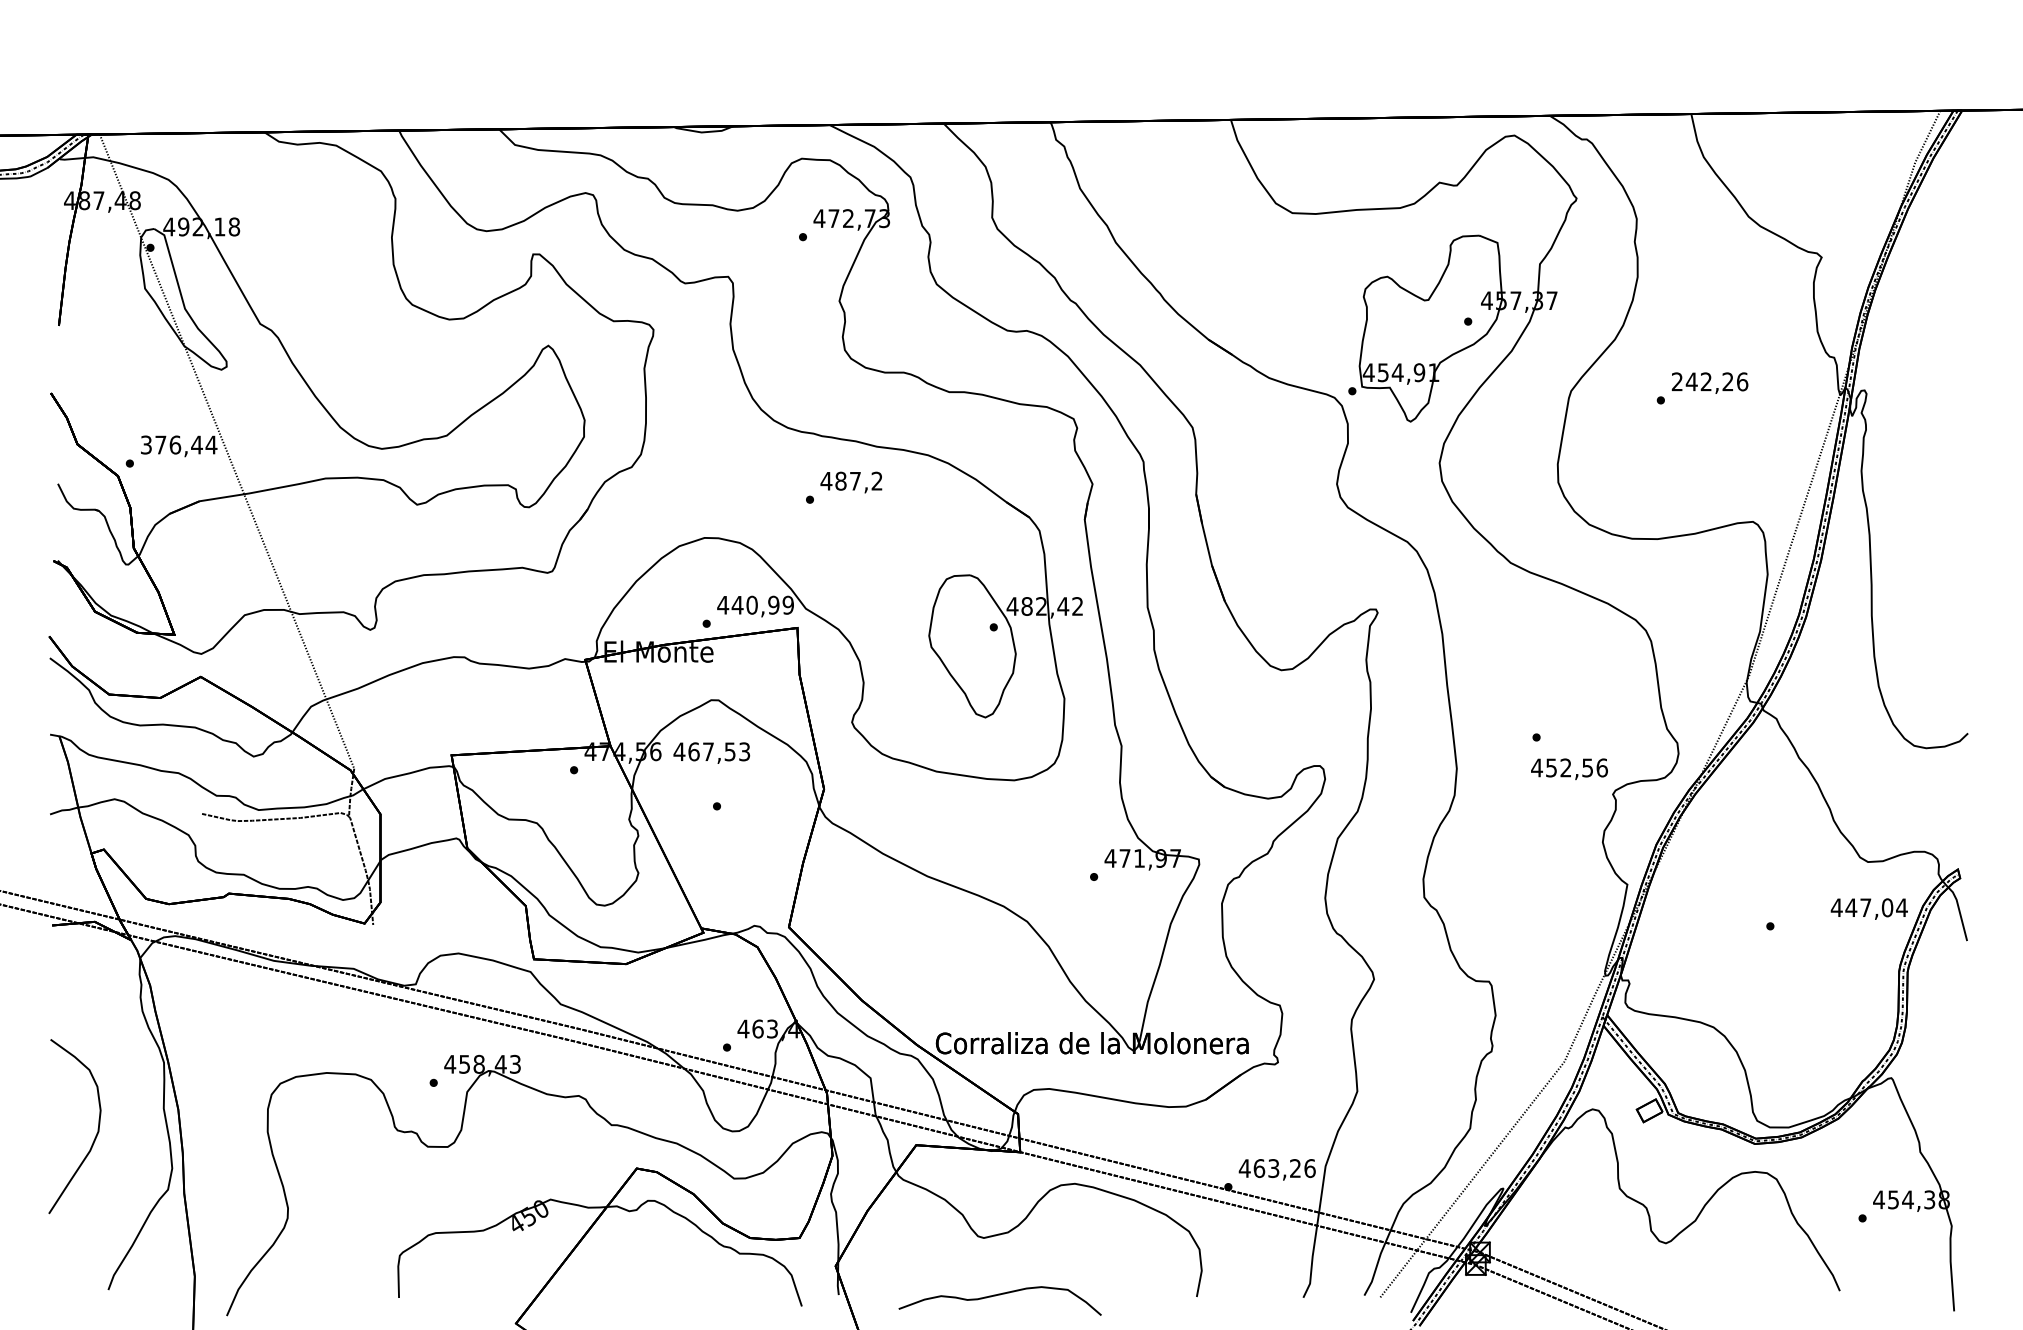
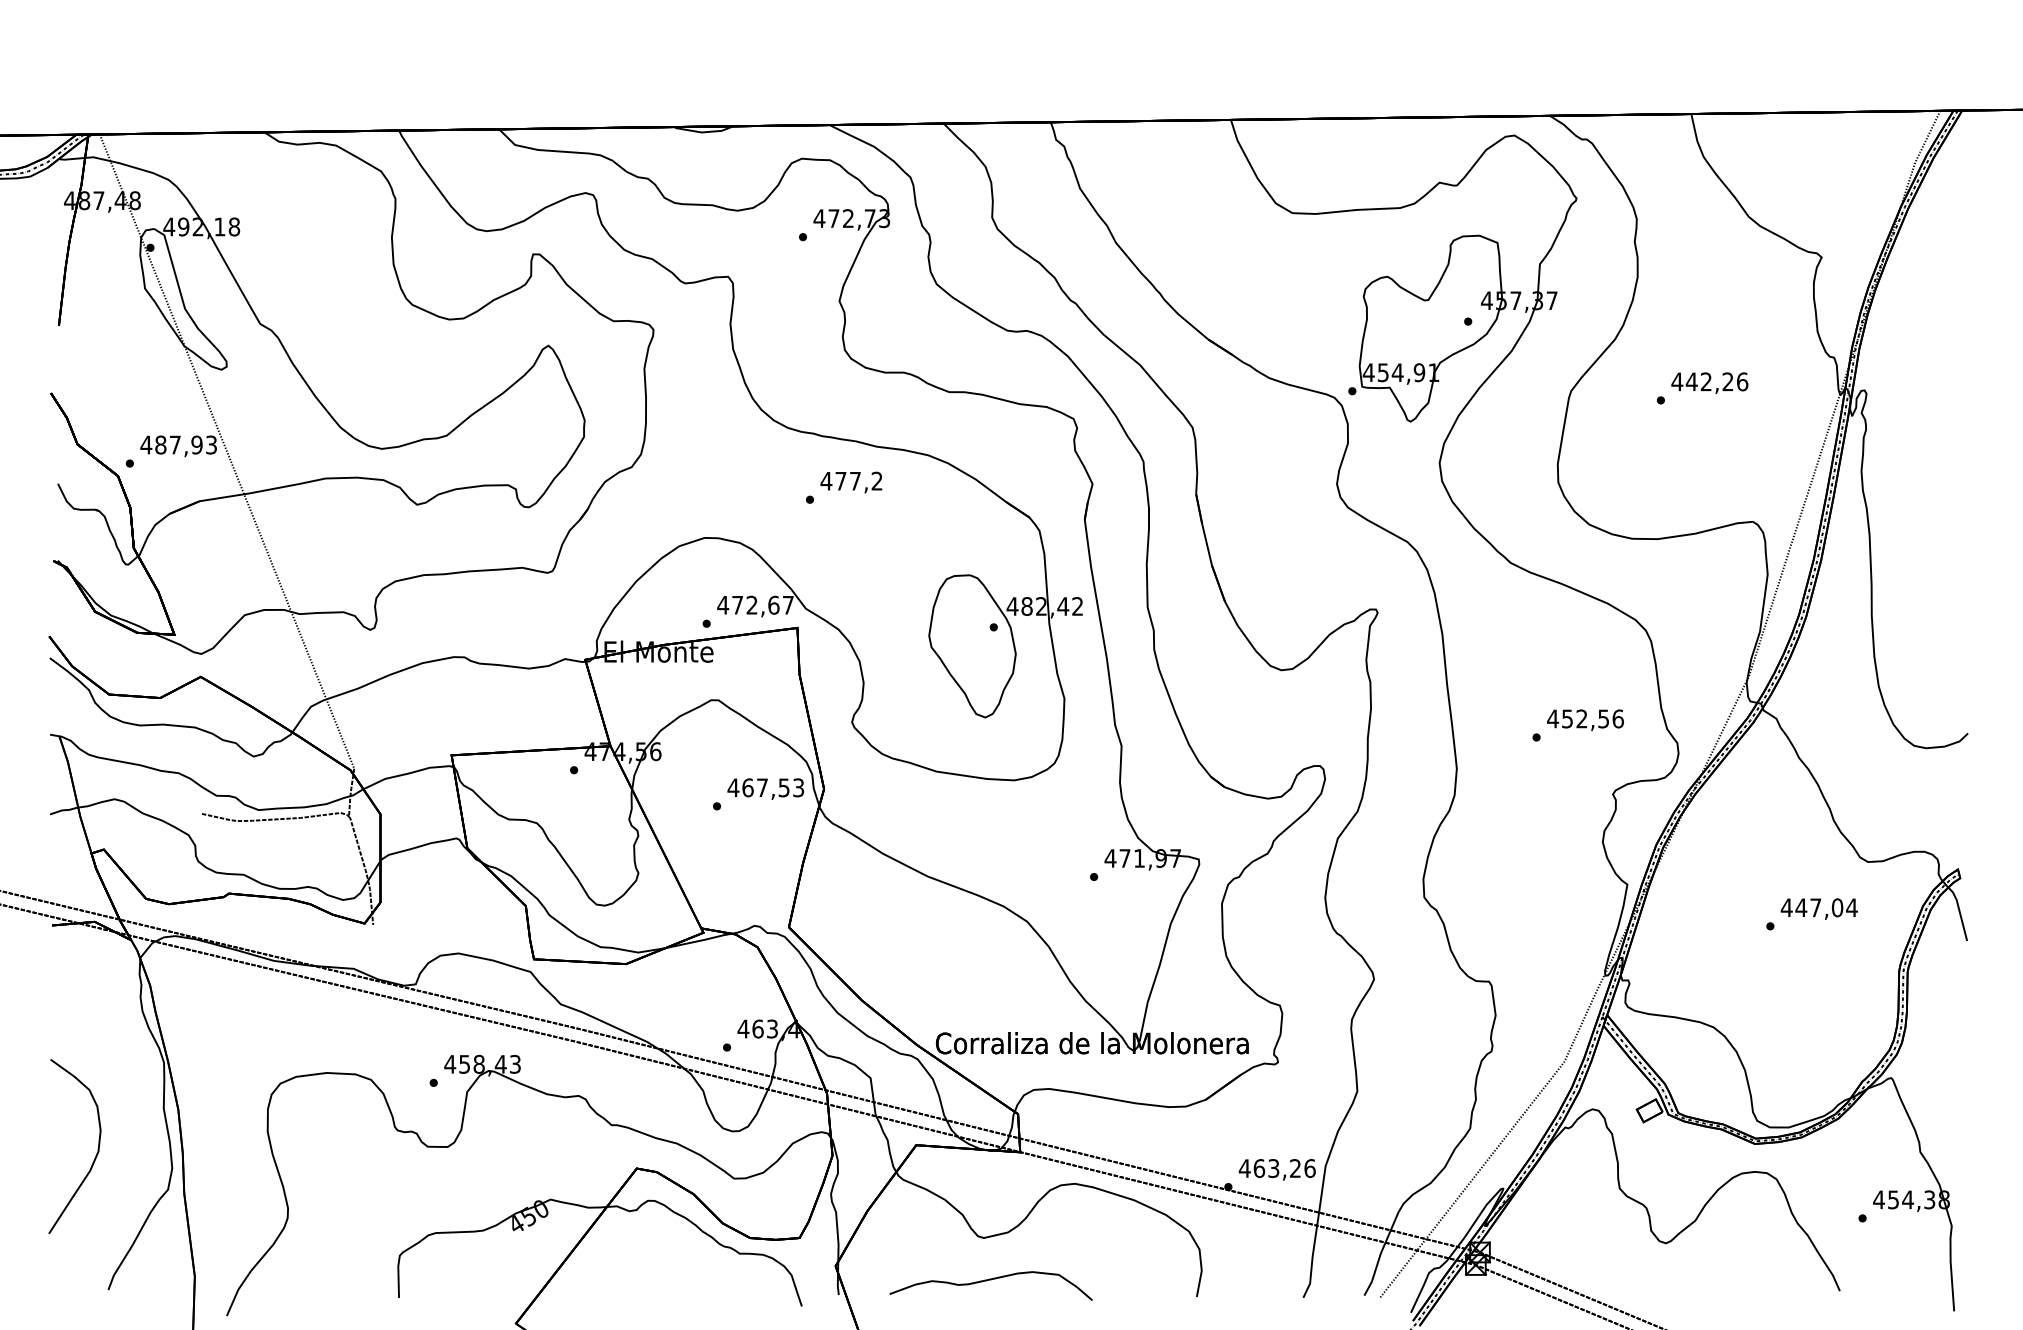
text at (1677, 381): 242,26 -> 442,26
text at (178, 444): 376,44 -> 487,93
text at (840, 480): 487,2 -> 477,2
text at (762, 604): 440,99 -> 472,67
text at (711, 752) position: (711, 752) -> (765, 788)
text at (1569, 769) position: (1569, 769) -> (1585, 720)
text at (1868, 908) position: (1868, 908) -> (1818, 908)
curve at (94, 1137) position: (94, 1137) -> (94, 1157)
curve at (999, 1295) position: (999, 1295) -> (990, 1280)
